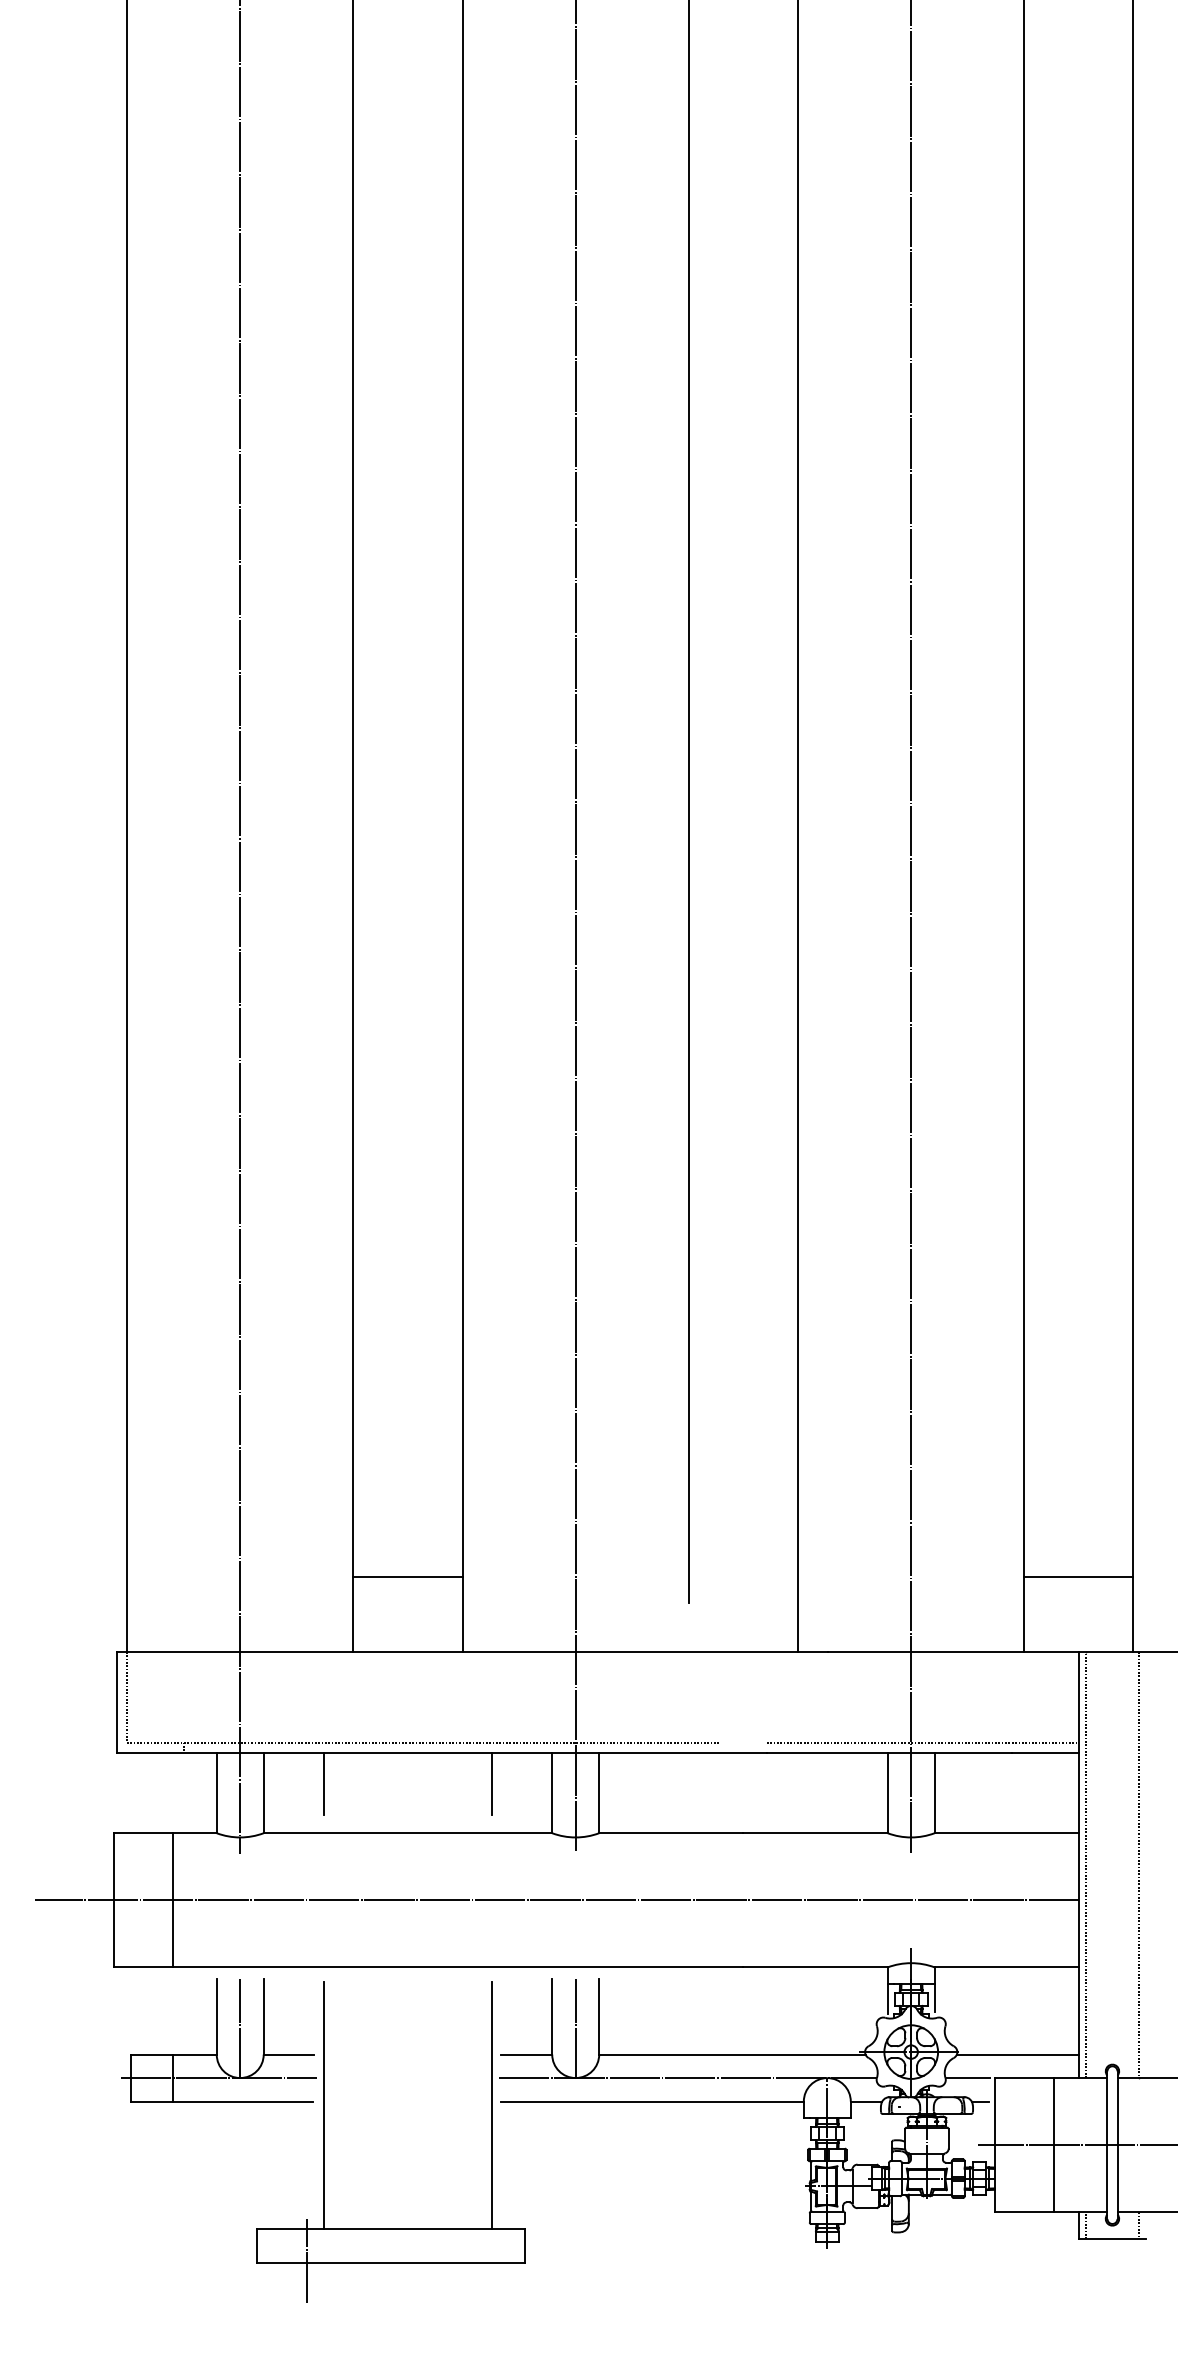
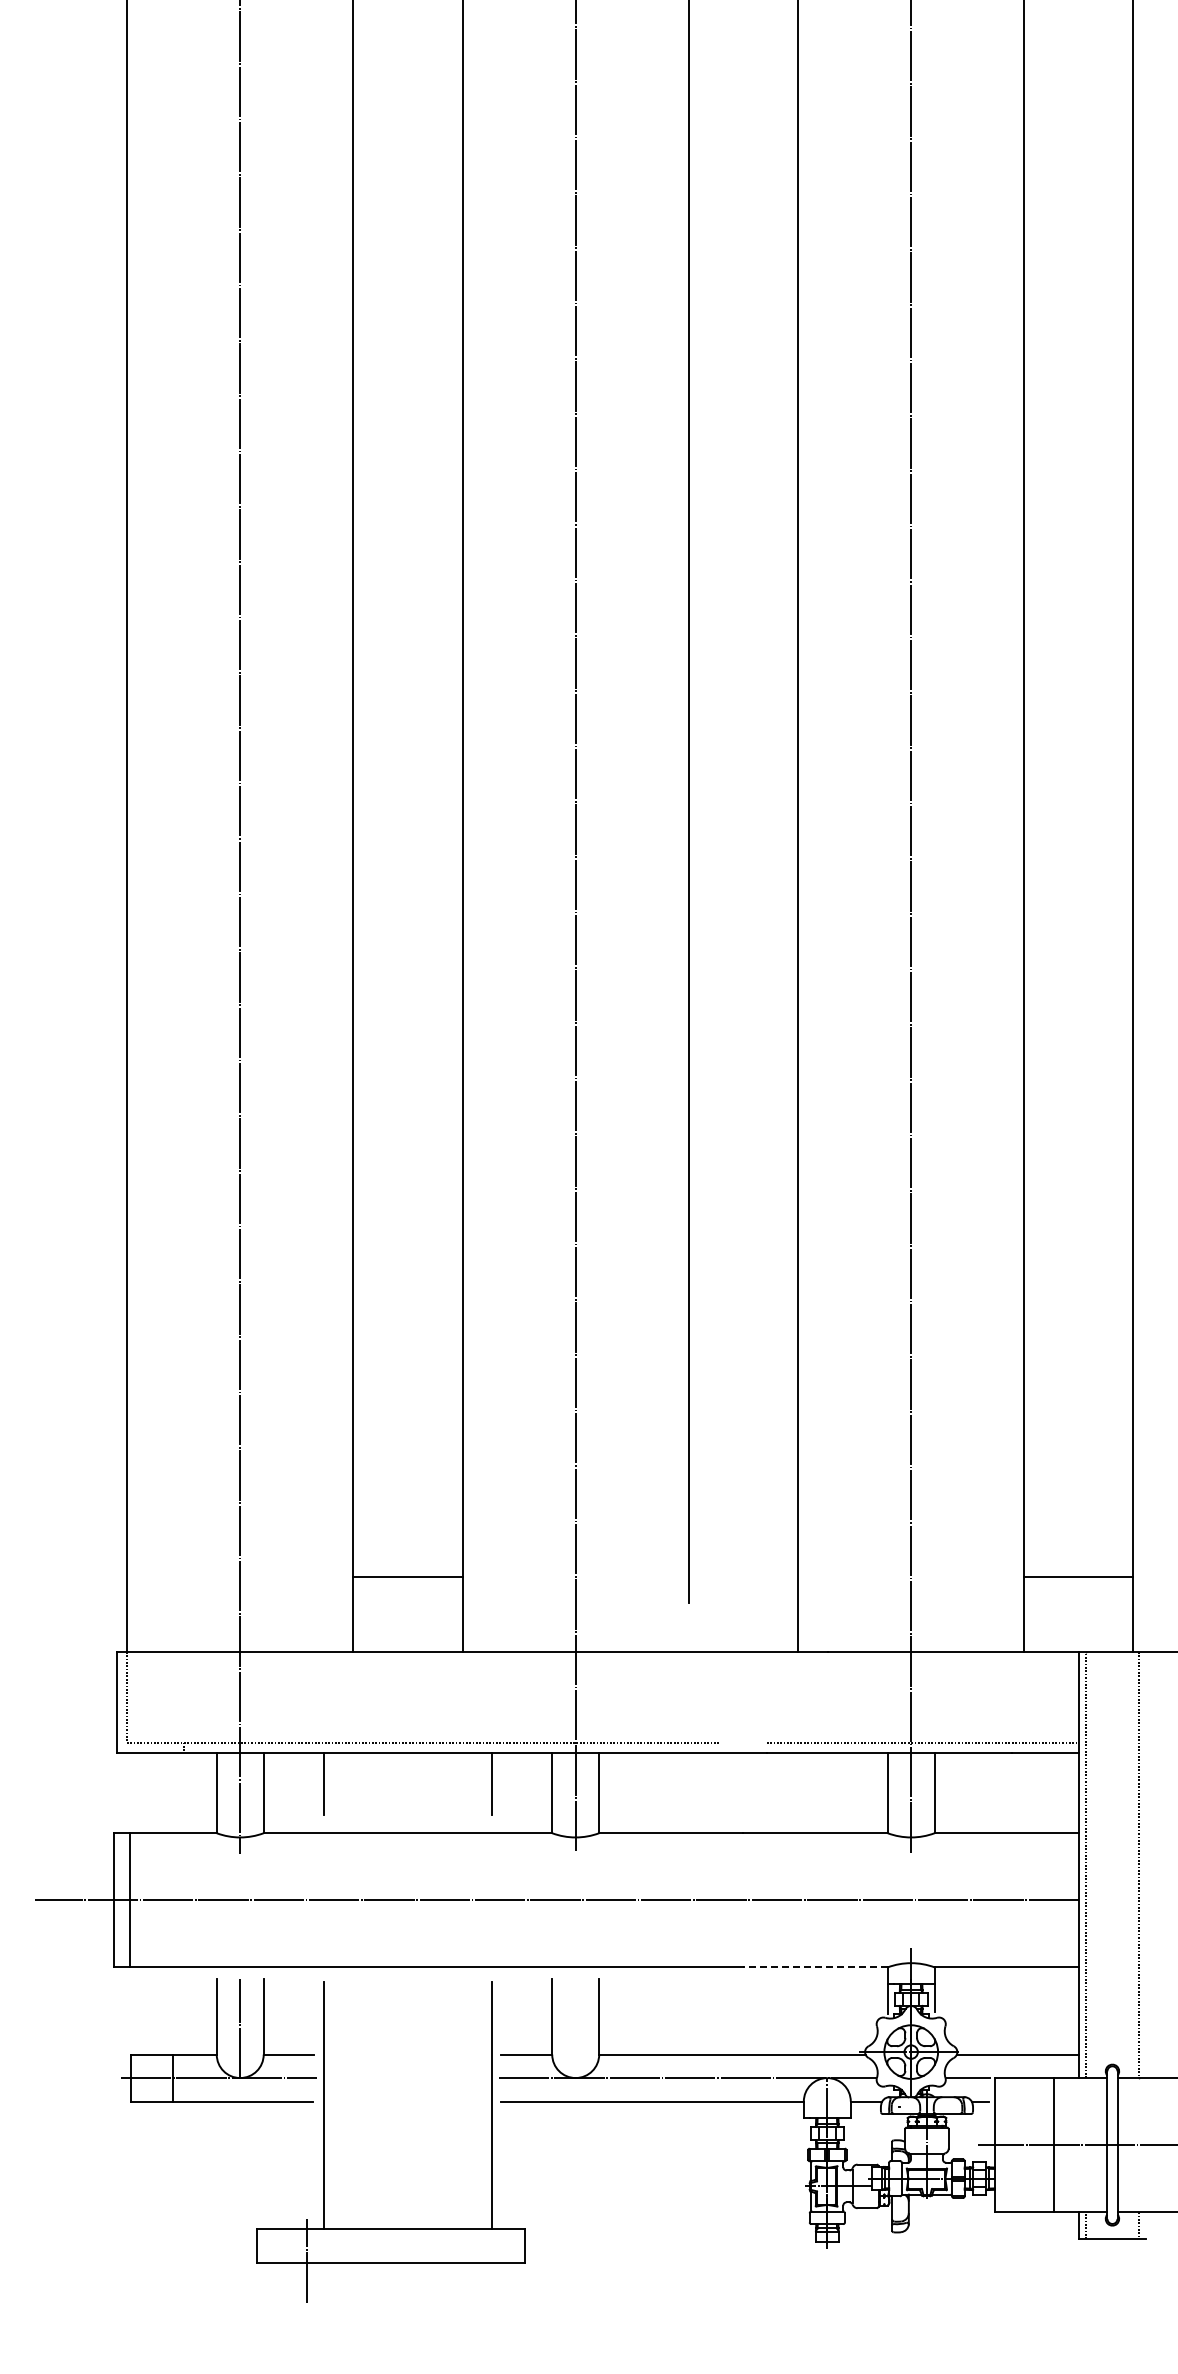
line at (173, 1900) position: (173, 1900) -> (130, 1900)
line at (815, 1967): solid -> dashed
line at (575, 2028): present -> none
